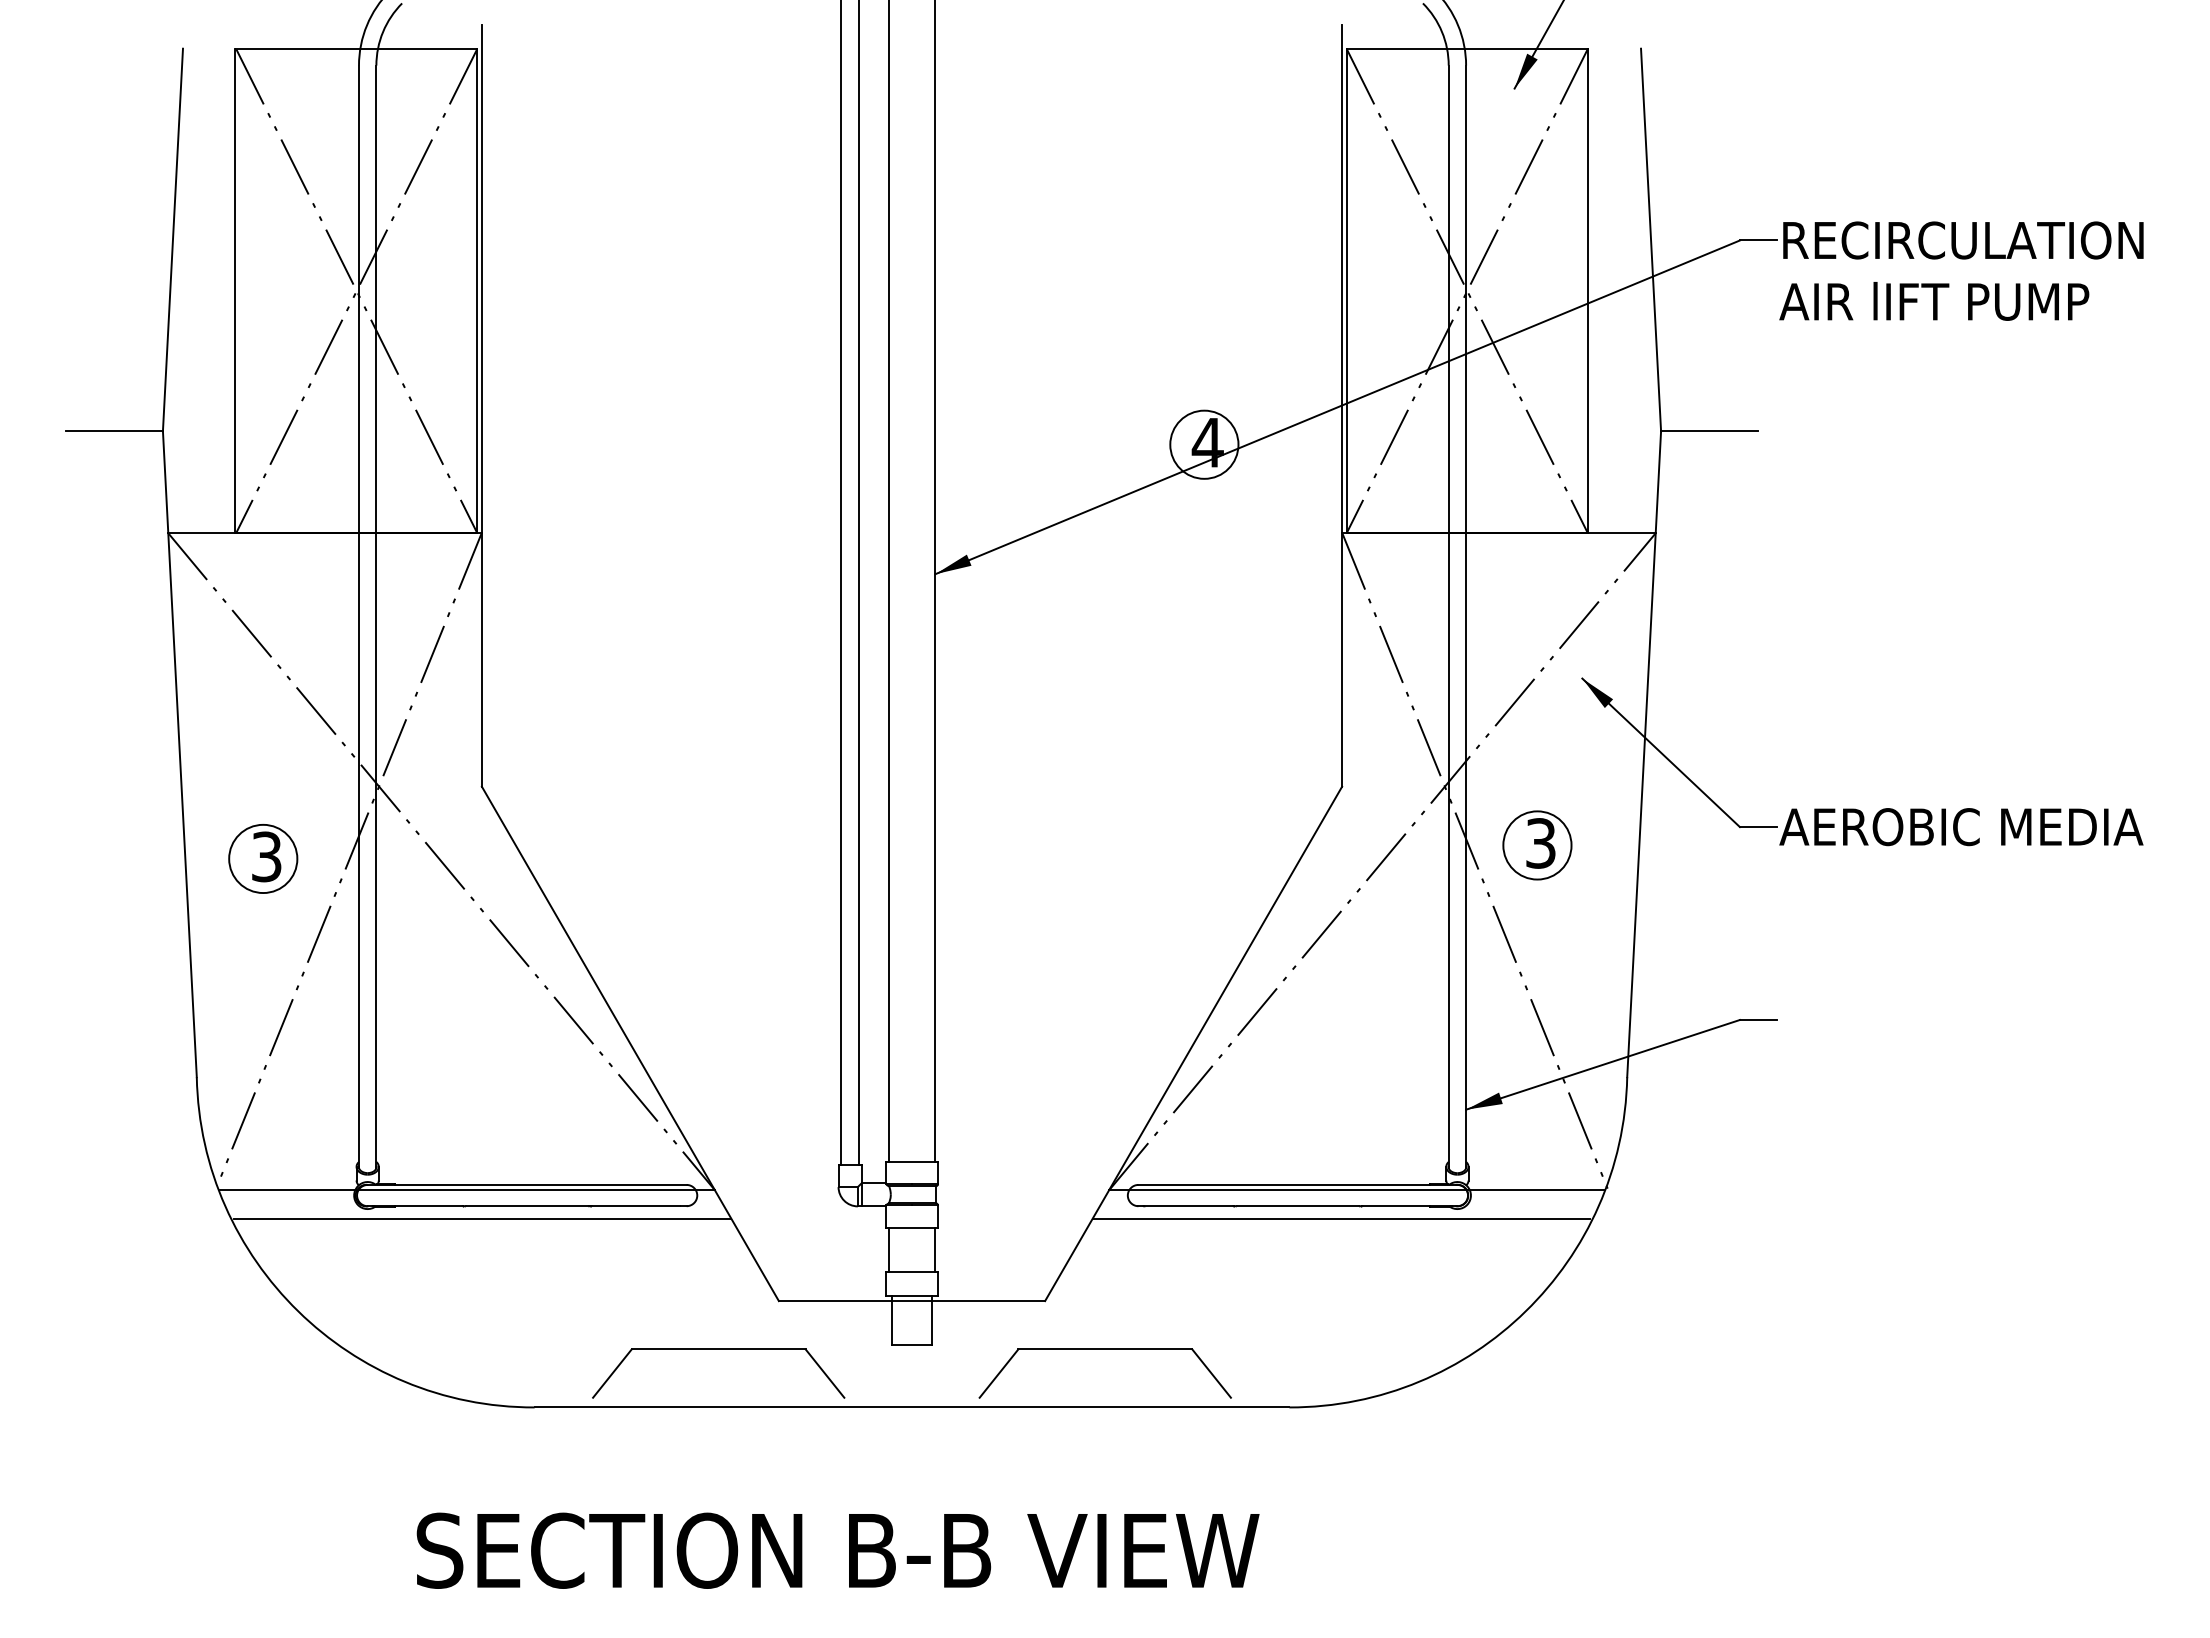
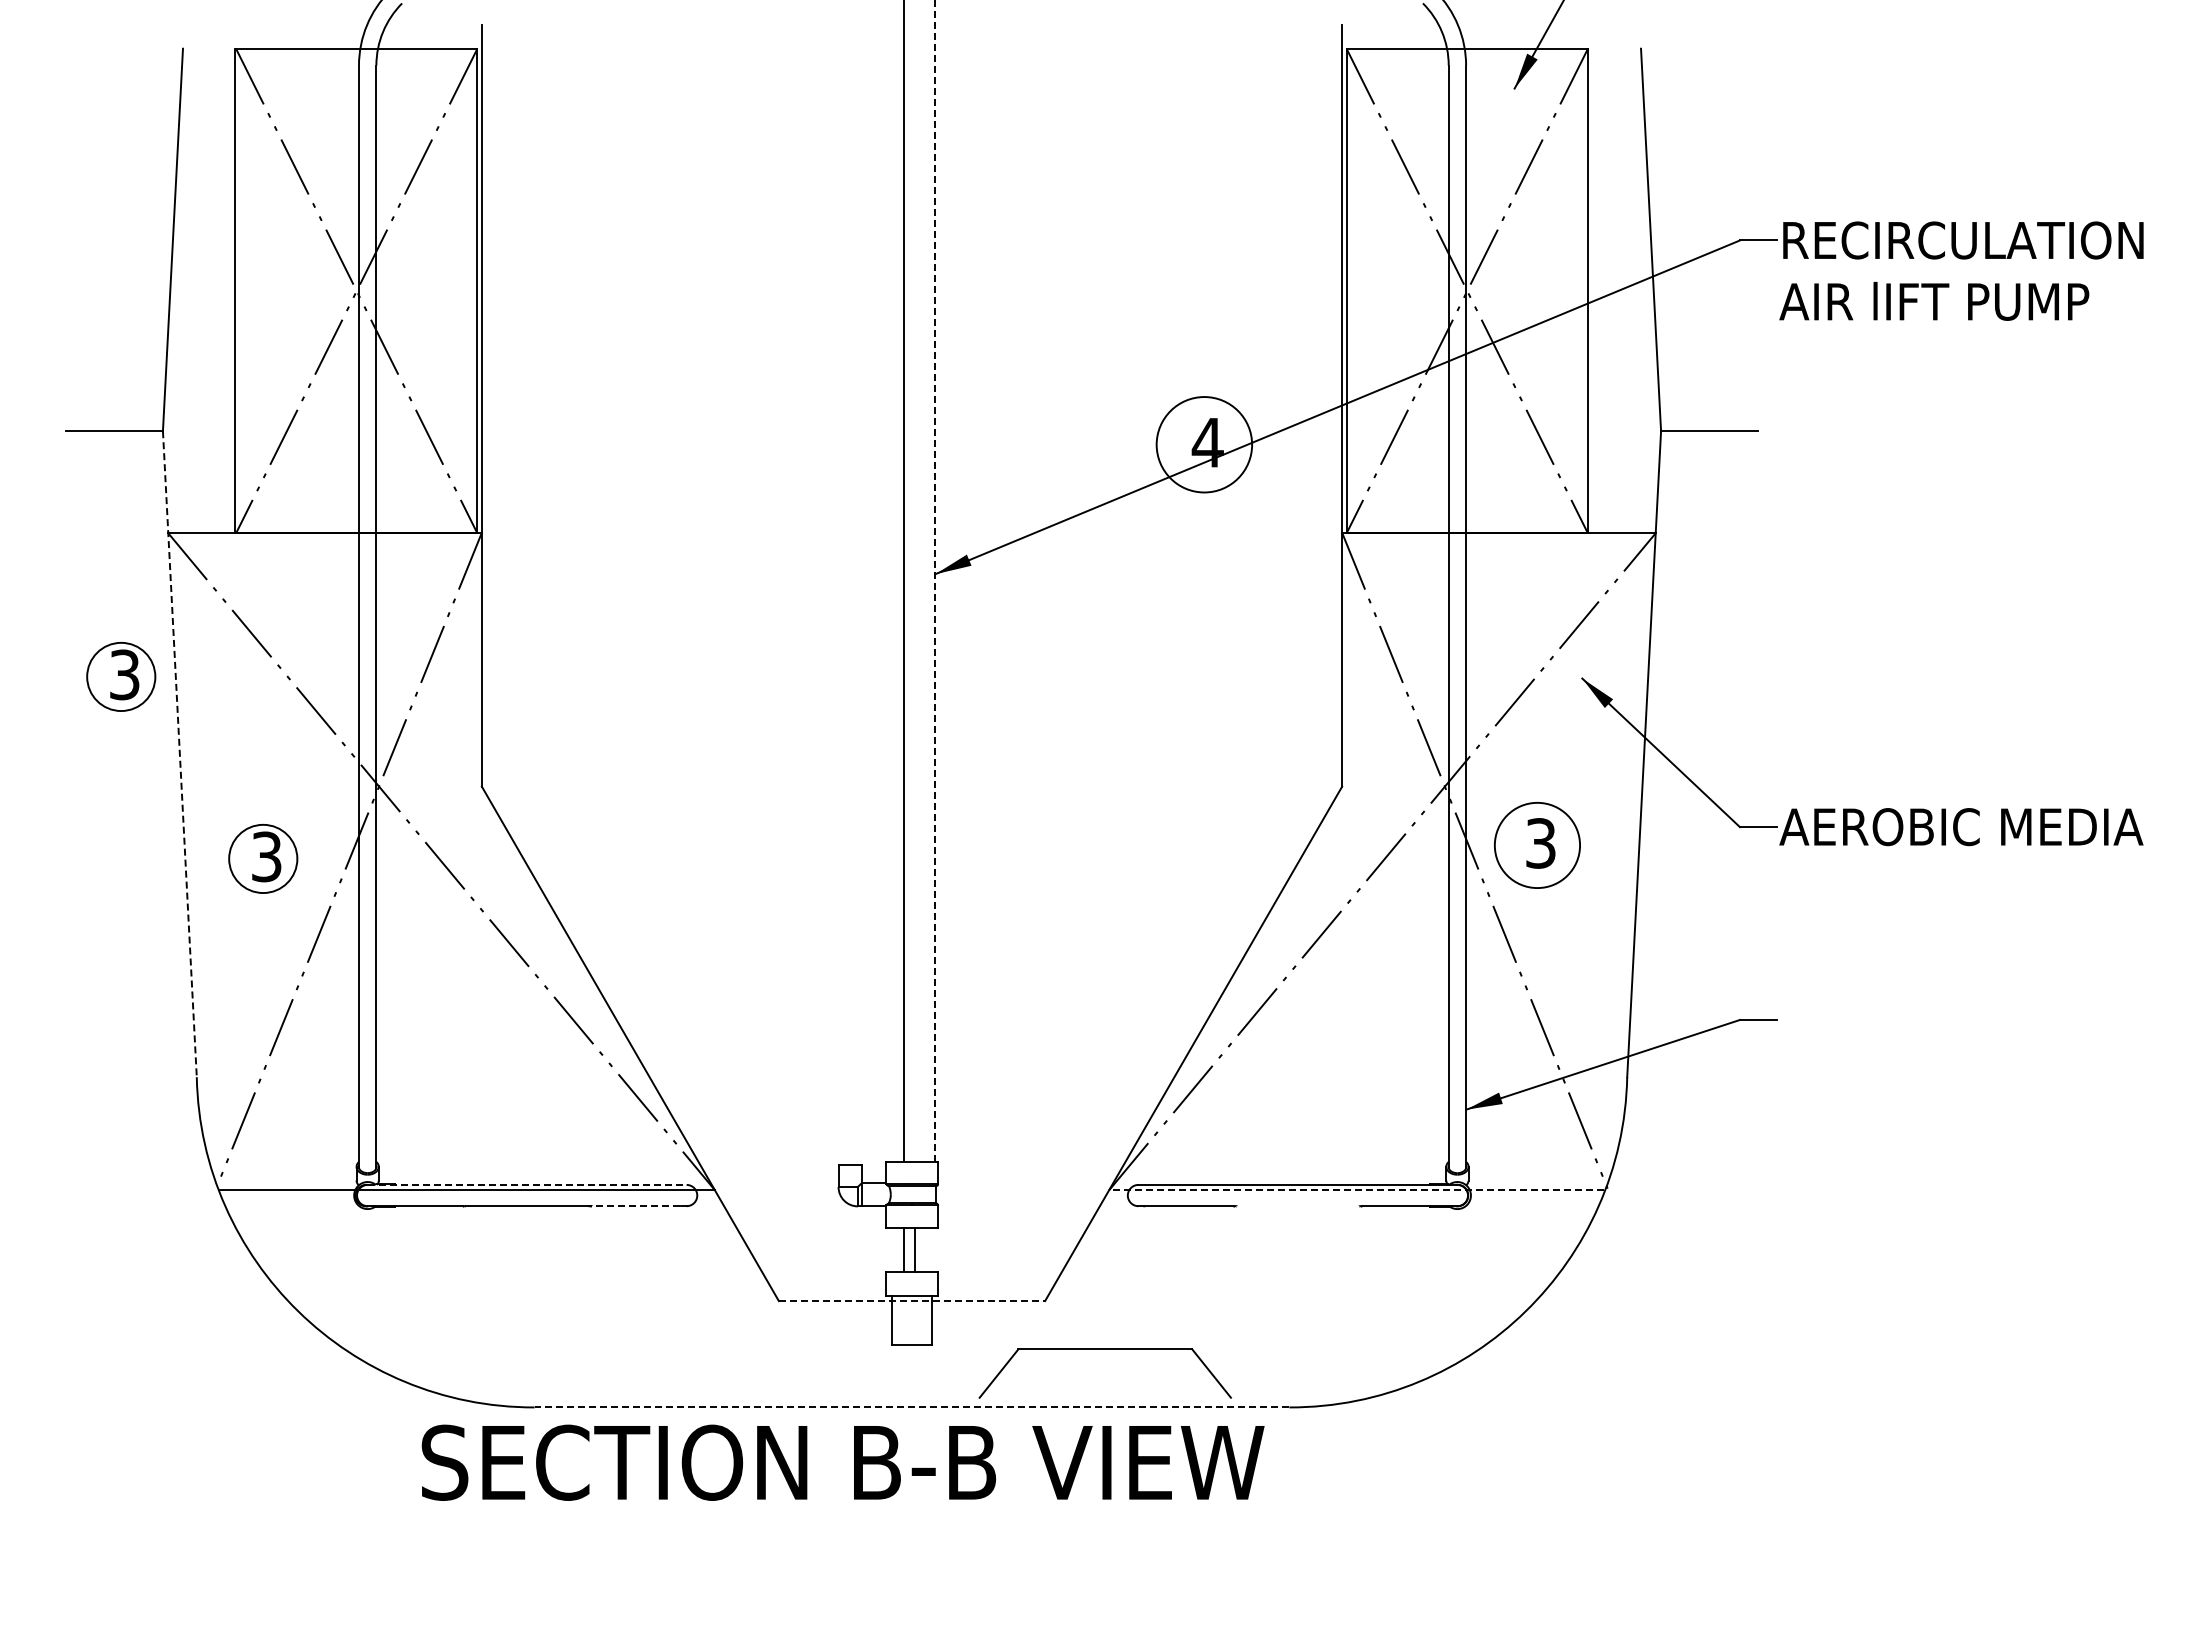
circle at (1204, 444) diameter: 68 px -> 95 px
line at (935, 580): solid -> dashed
line at (888, 581) position: (888, 581) -> (903, 581)
line at (841, 583): present -> none
line at (858, 583): present -> none
part at (121, 676): none -> present
line at (179, 754): solid -> dashed
circle at (1537, 845) diameter: 68 px -> 85 px
line at (527, 1184): solid -> dashed
line at (1356, 1189): solid -> dashed
line at (634, 1206): solid -> dashed
line at (1297, 1206): present -> none
line at (482, 1218): present -> none
line at (1341, 1218): present -> none
line at (888, 1249) position: (888, 1249) -> (903, 1249)
line at (935, 1249) position: (935, 1249) -> (915, 1249)
line at (912, 1301): solid -> dashed
part at (718, 1349): present -> none
line at (911, 1407): solid -> dashed
text at (837, 1550) position: (837, 1550) -> (842, 1462)
